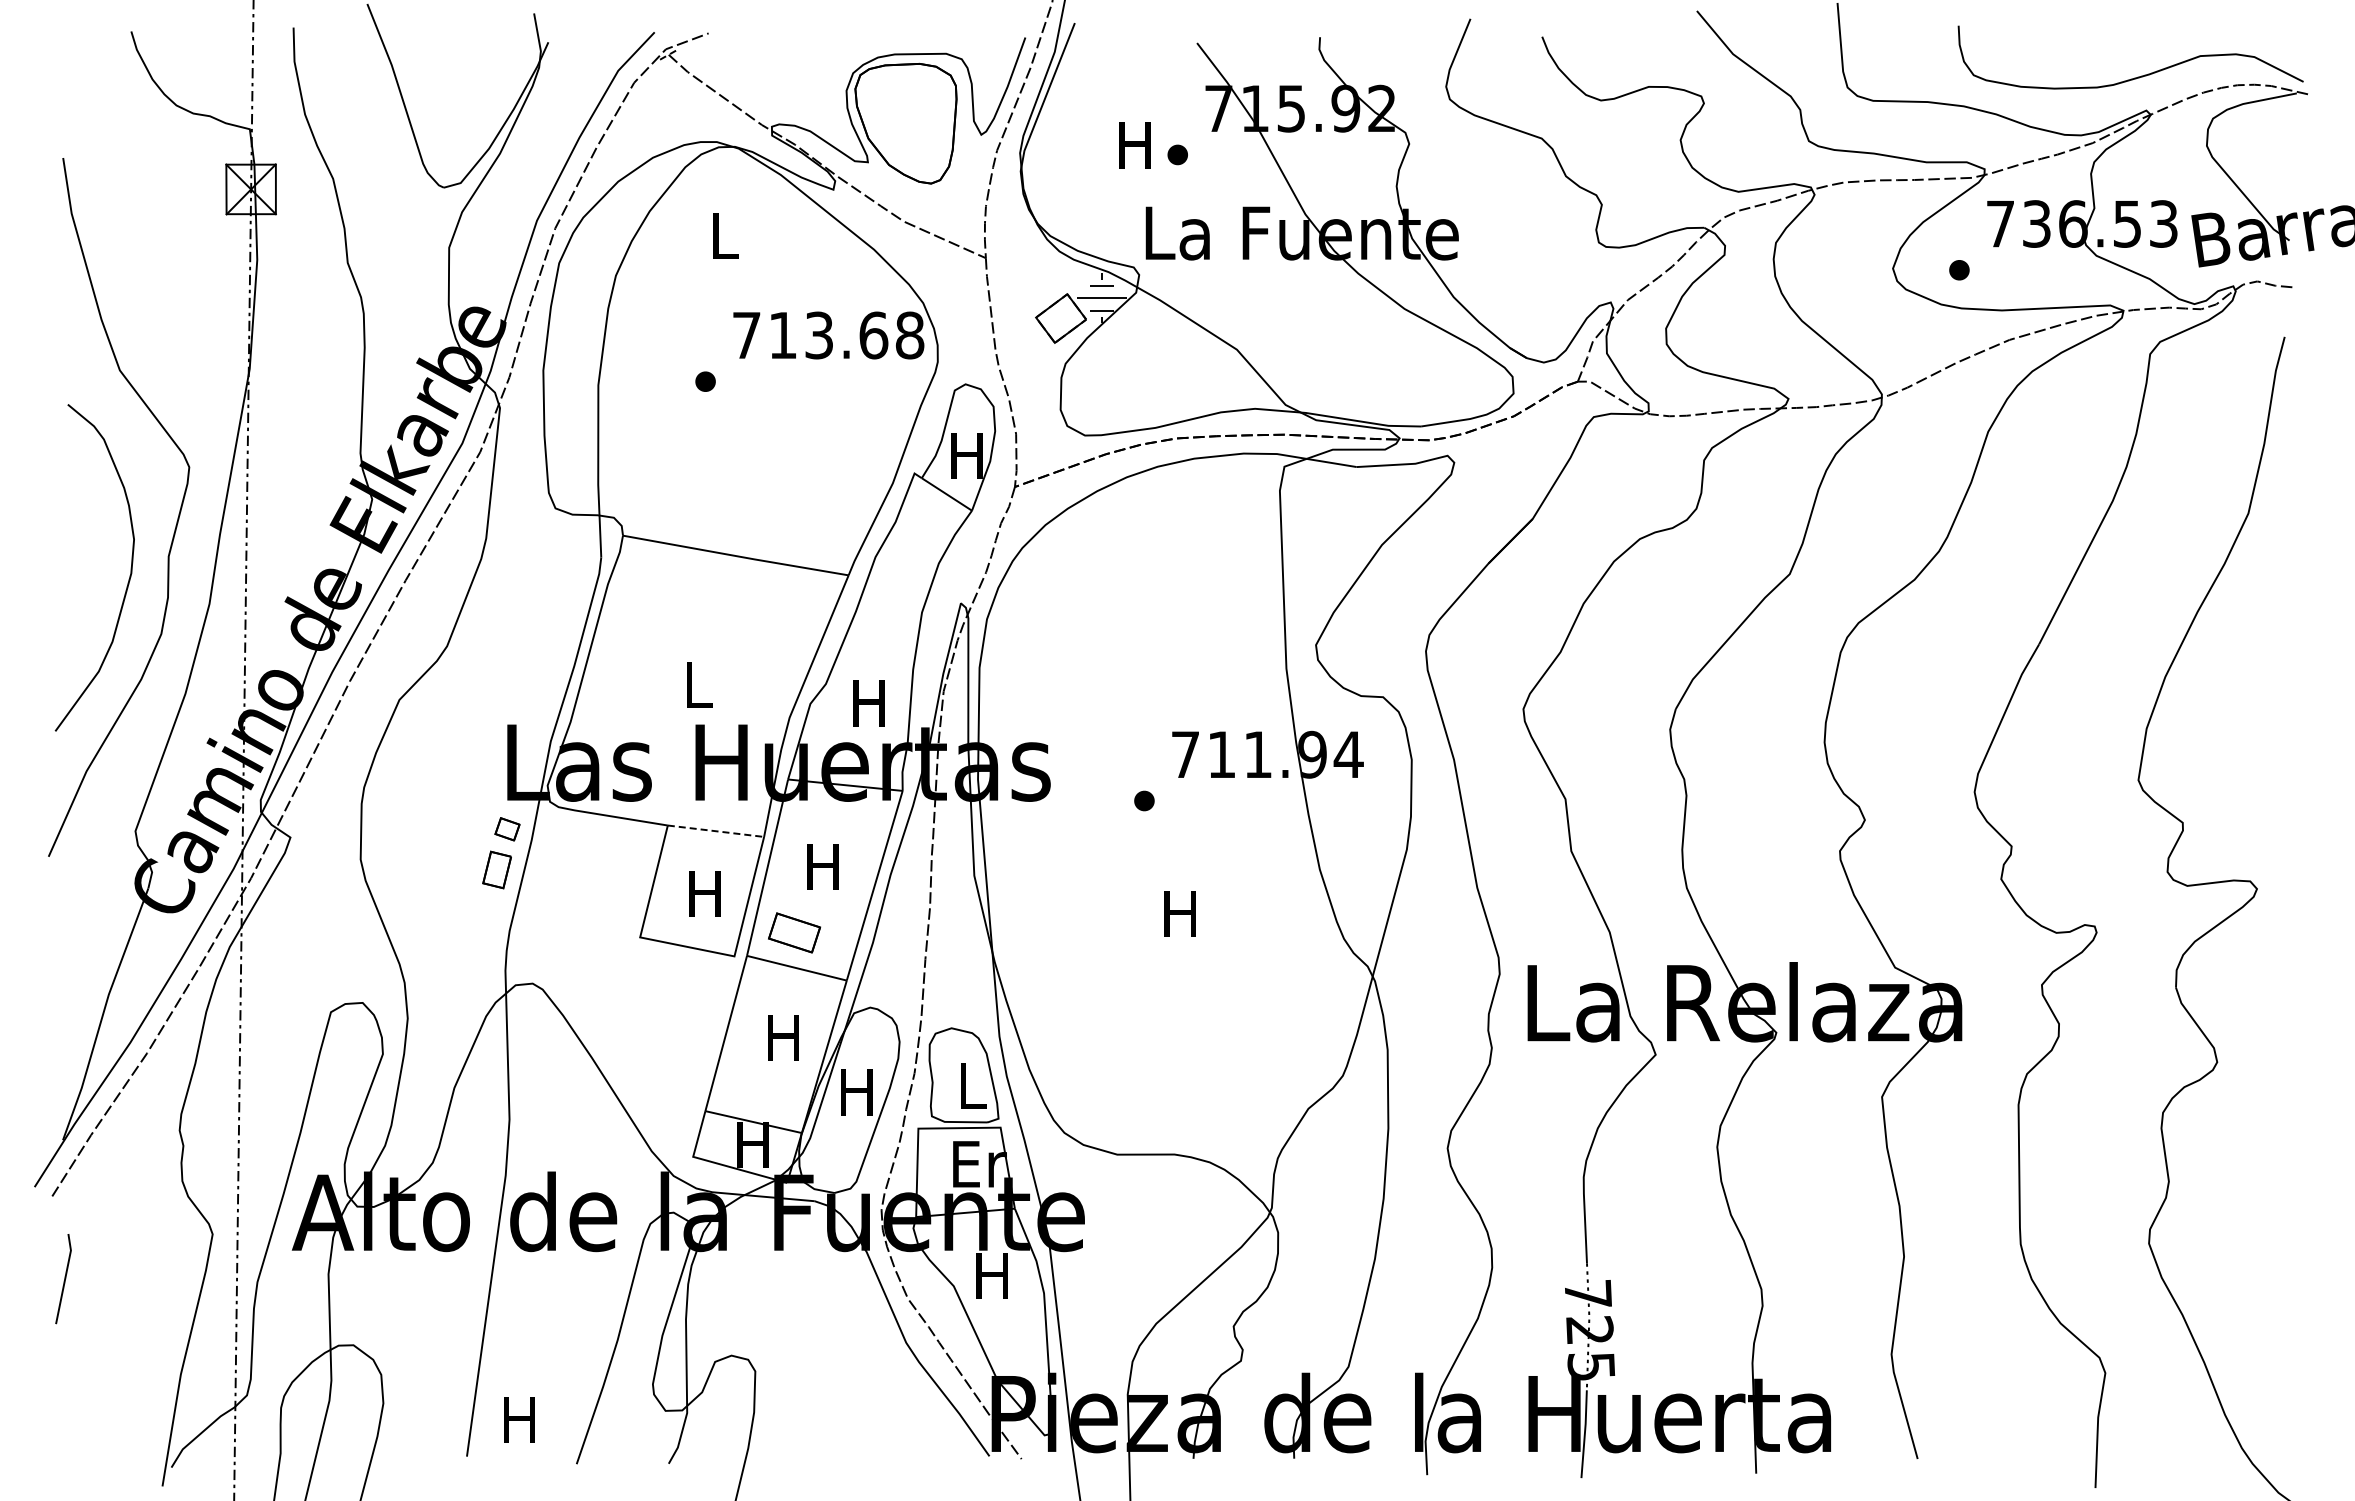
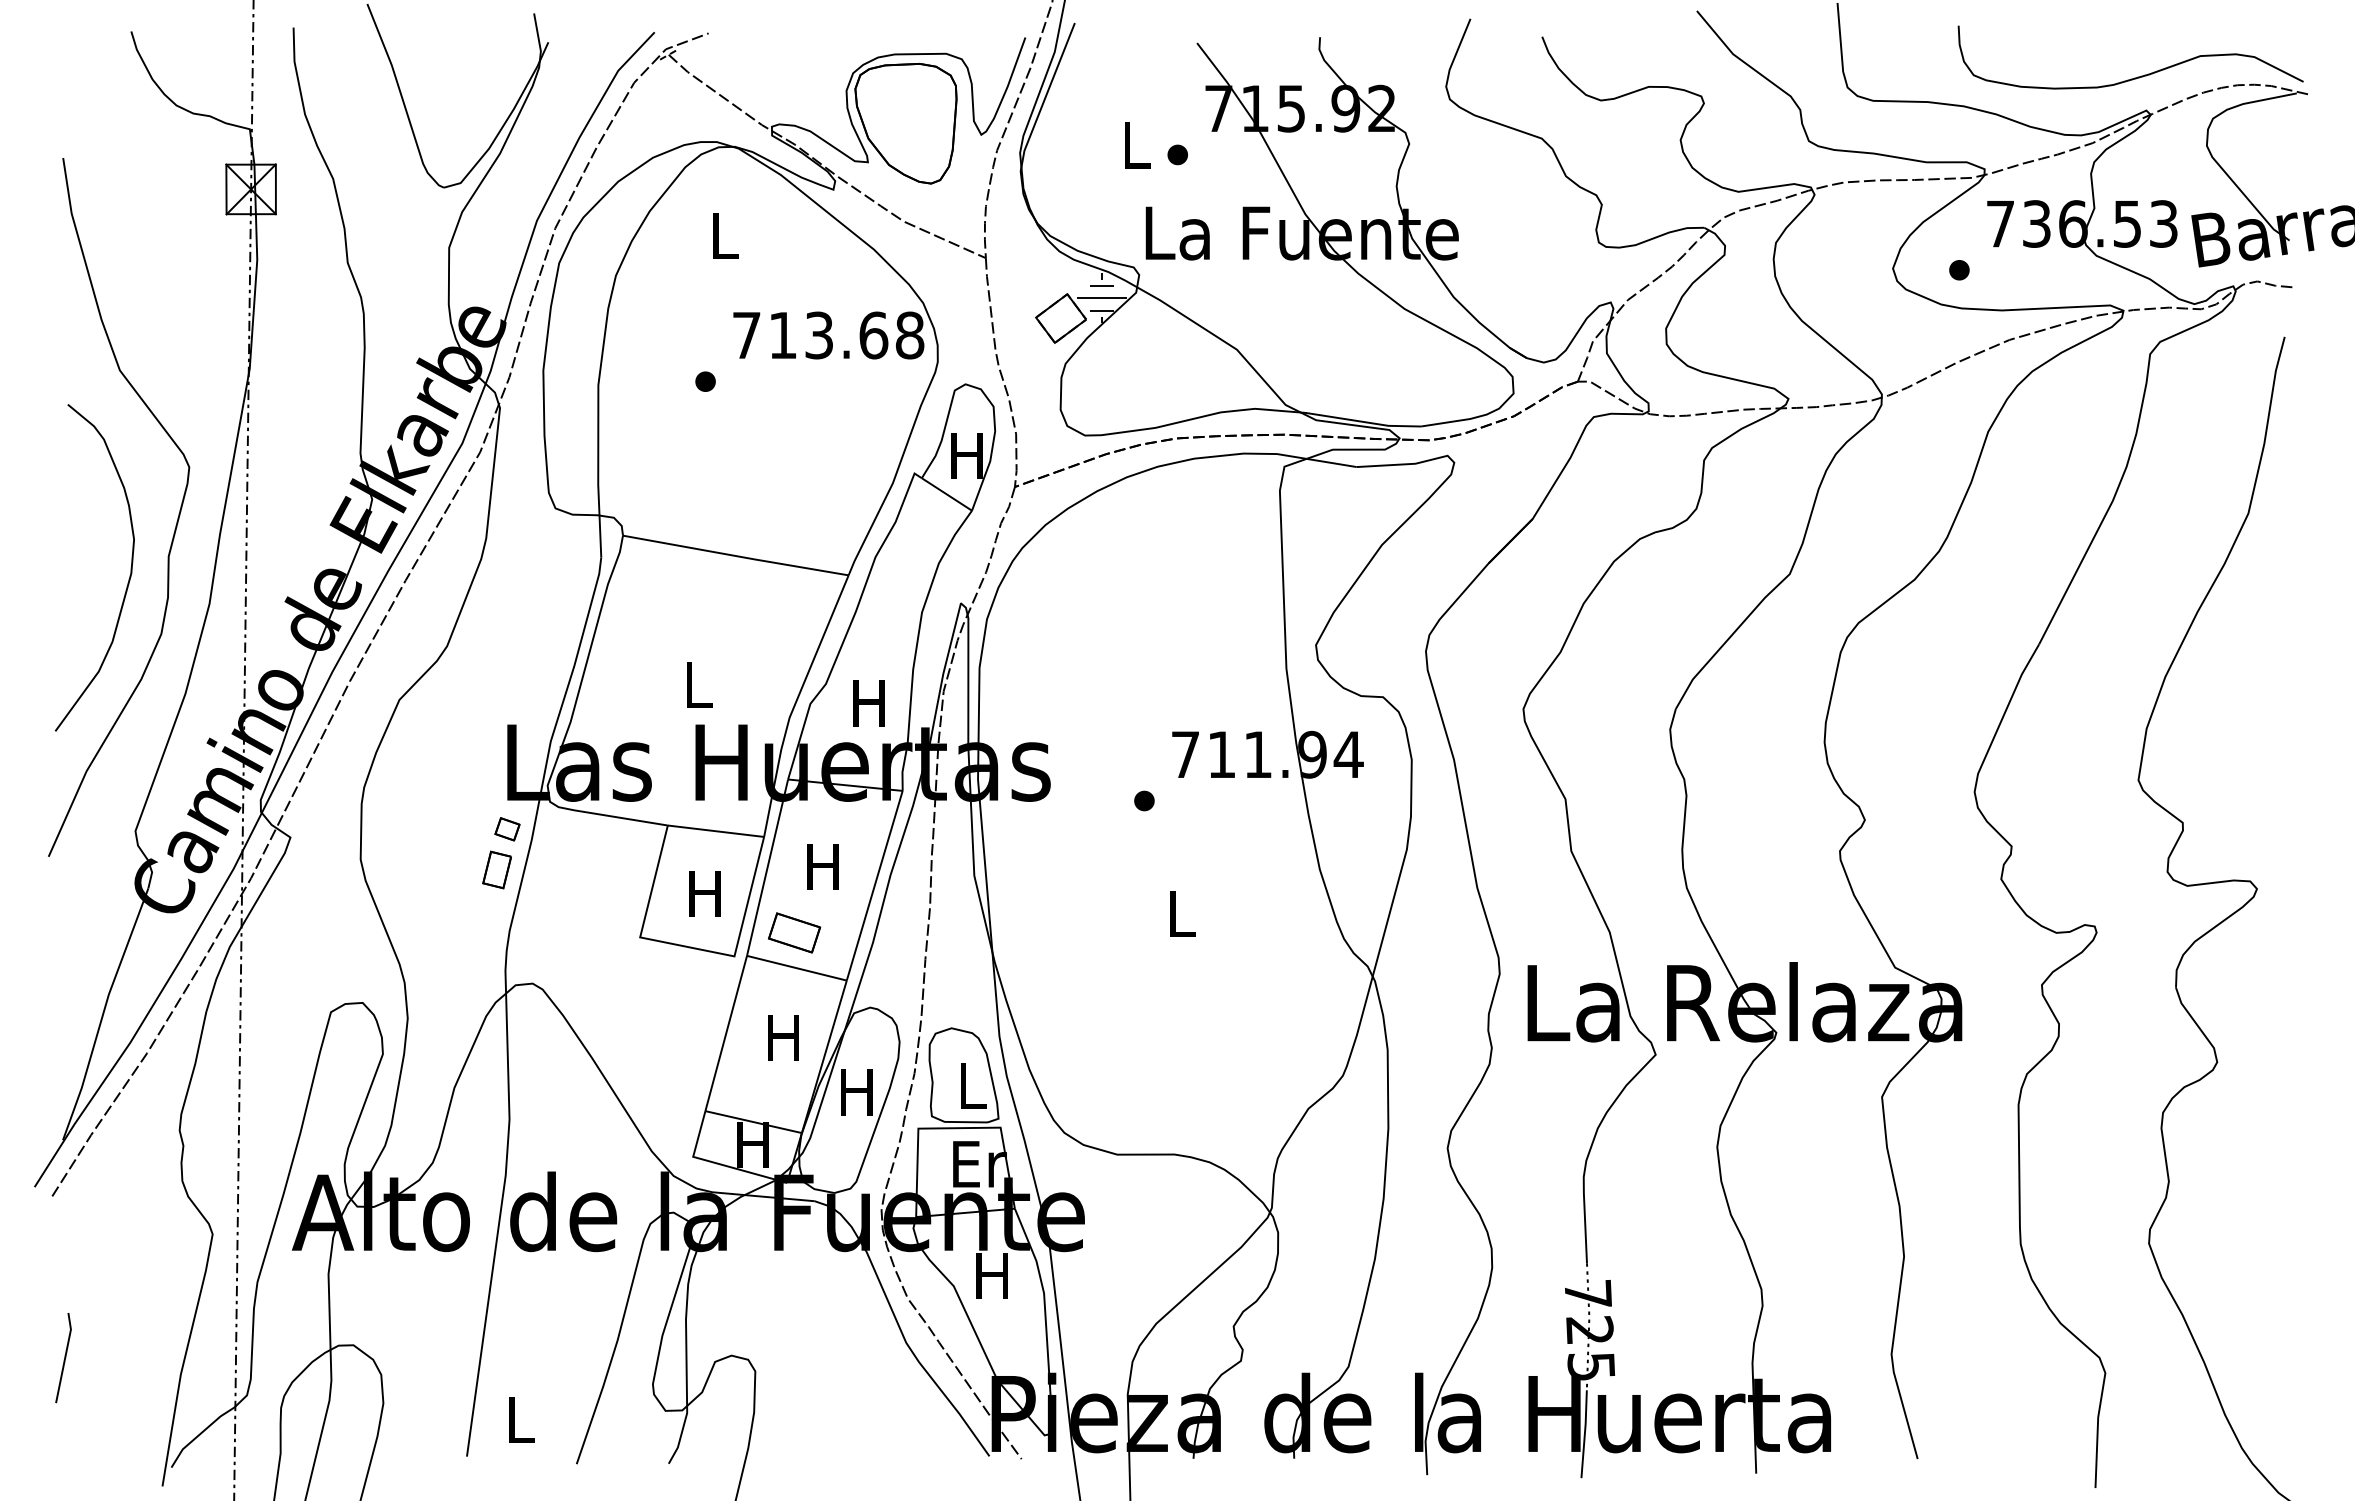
text at (1134, 145): H -> L
line at (716, 831): dashed -> solid
text at (1179, 913): H -> L
line at (64, 1279) position: (64, 1279) -> (64, 1358)
text at (519, 1419): H -> L
